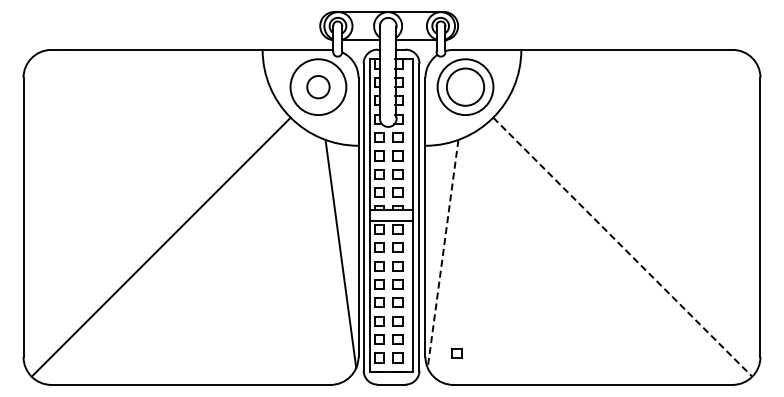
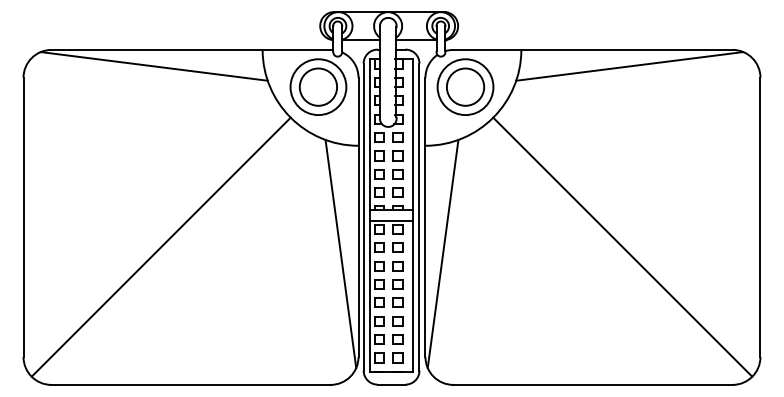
line at (153, 66): none -> present
line at (629, 66): none -> present
circle at (318, 87) diameter: 22 px -> 37 px
line at (623, 247): dashed -> solid
line at (443, 254): dashed -> solid
part at (456, 353): present -> none
